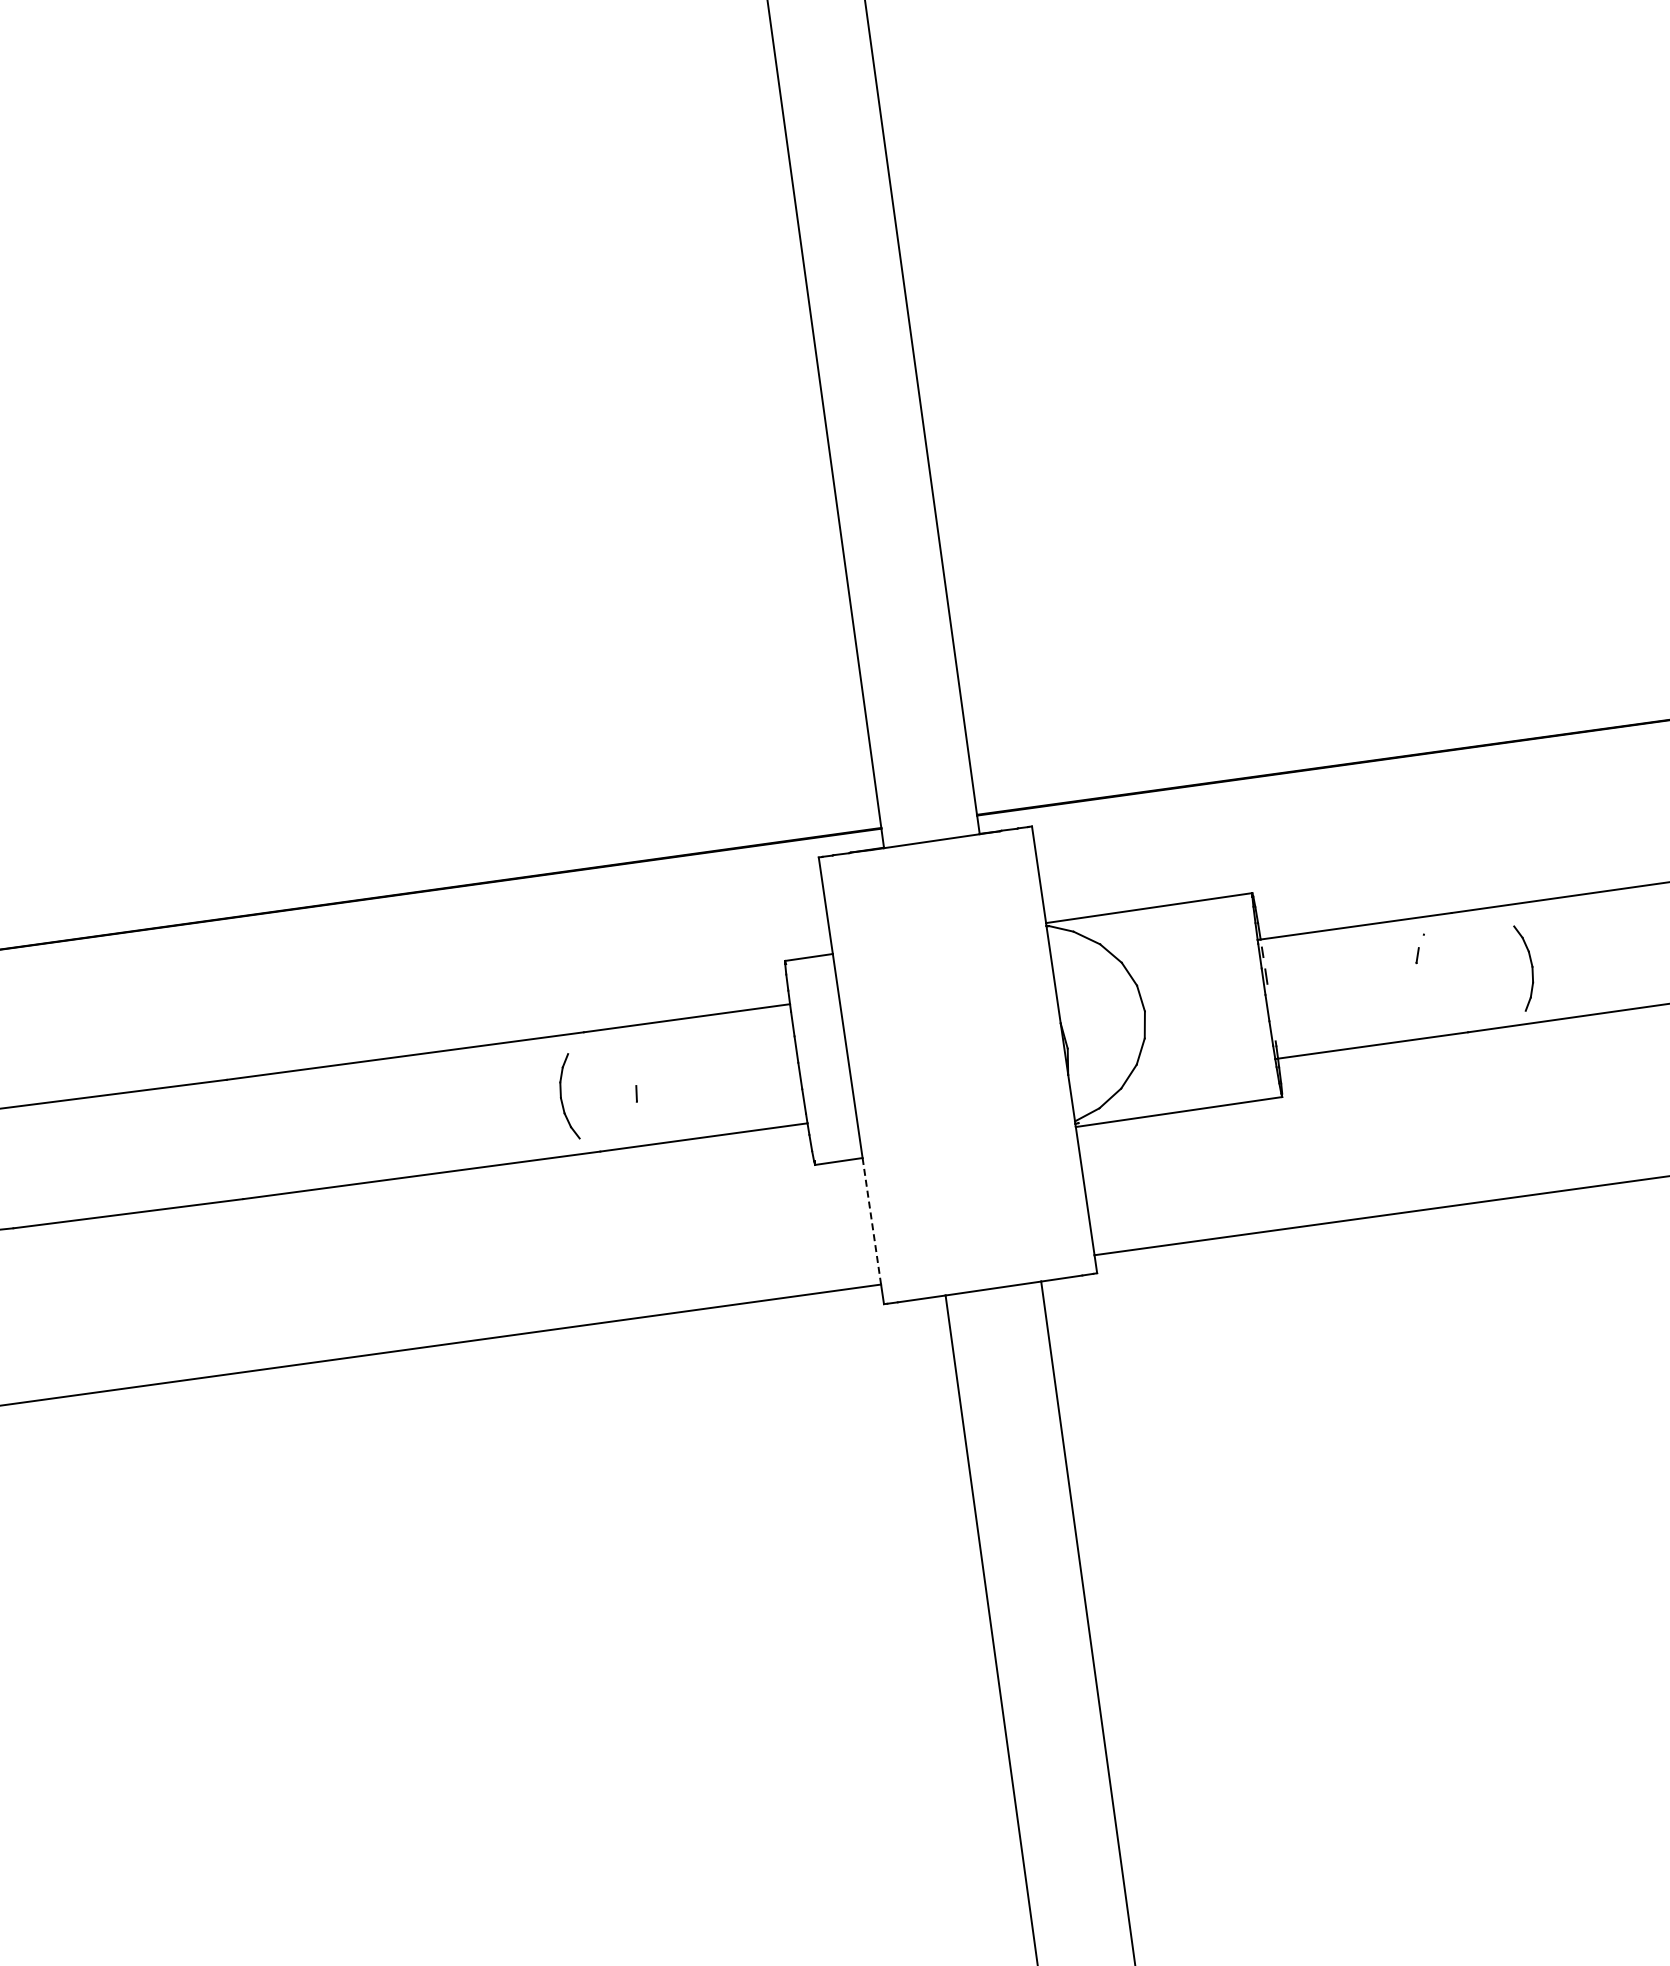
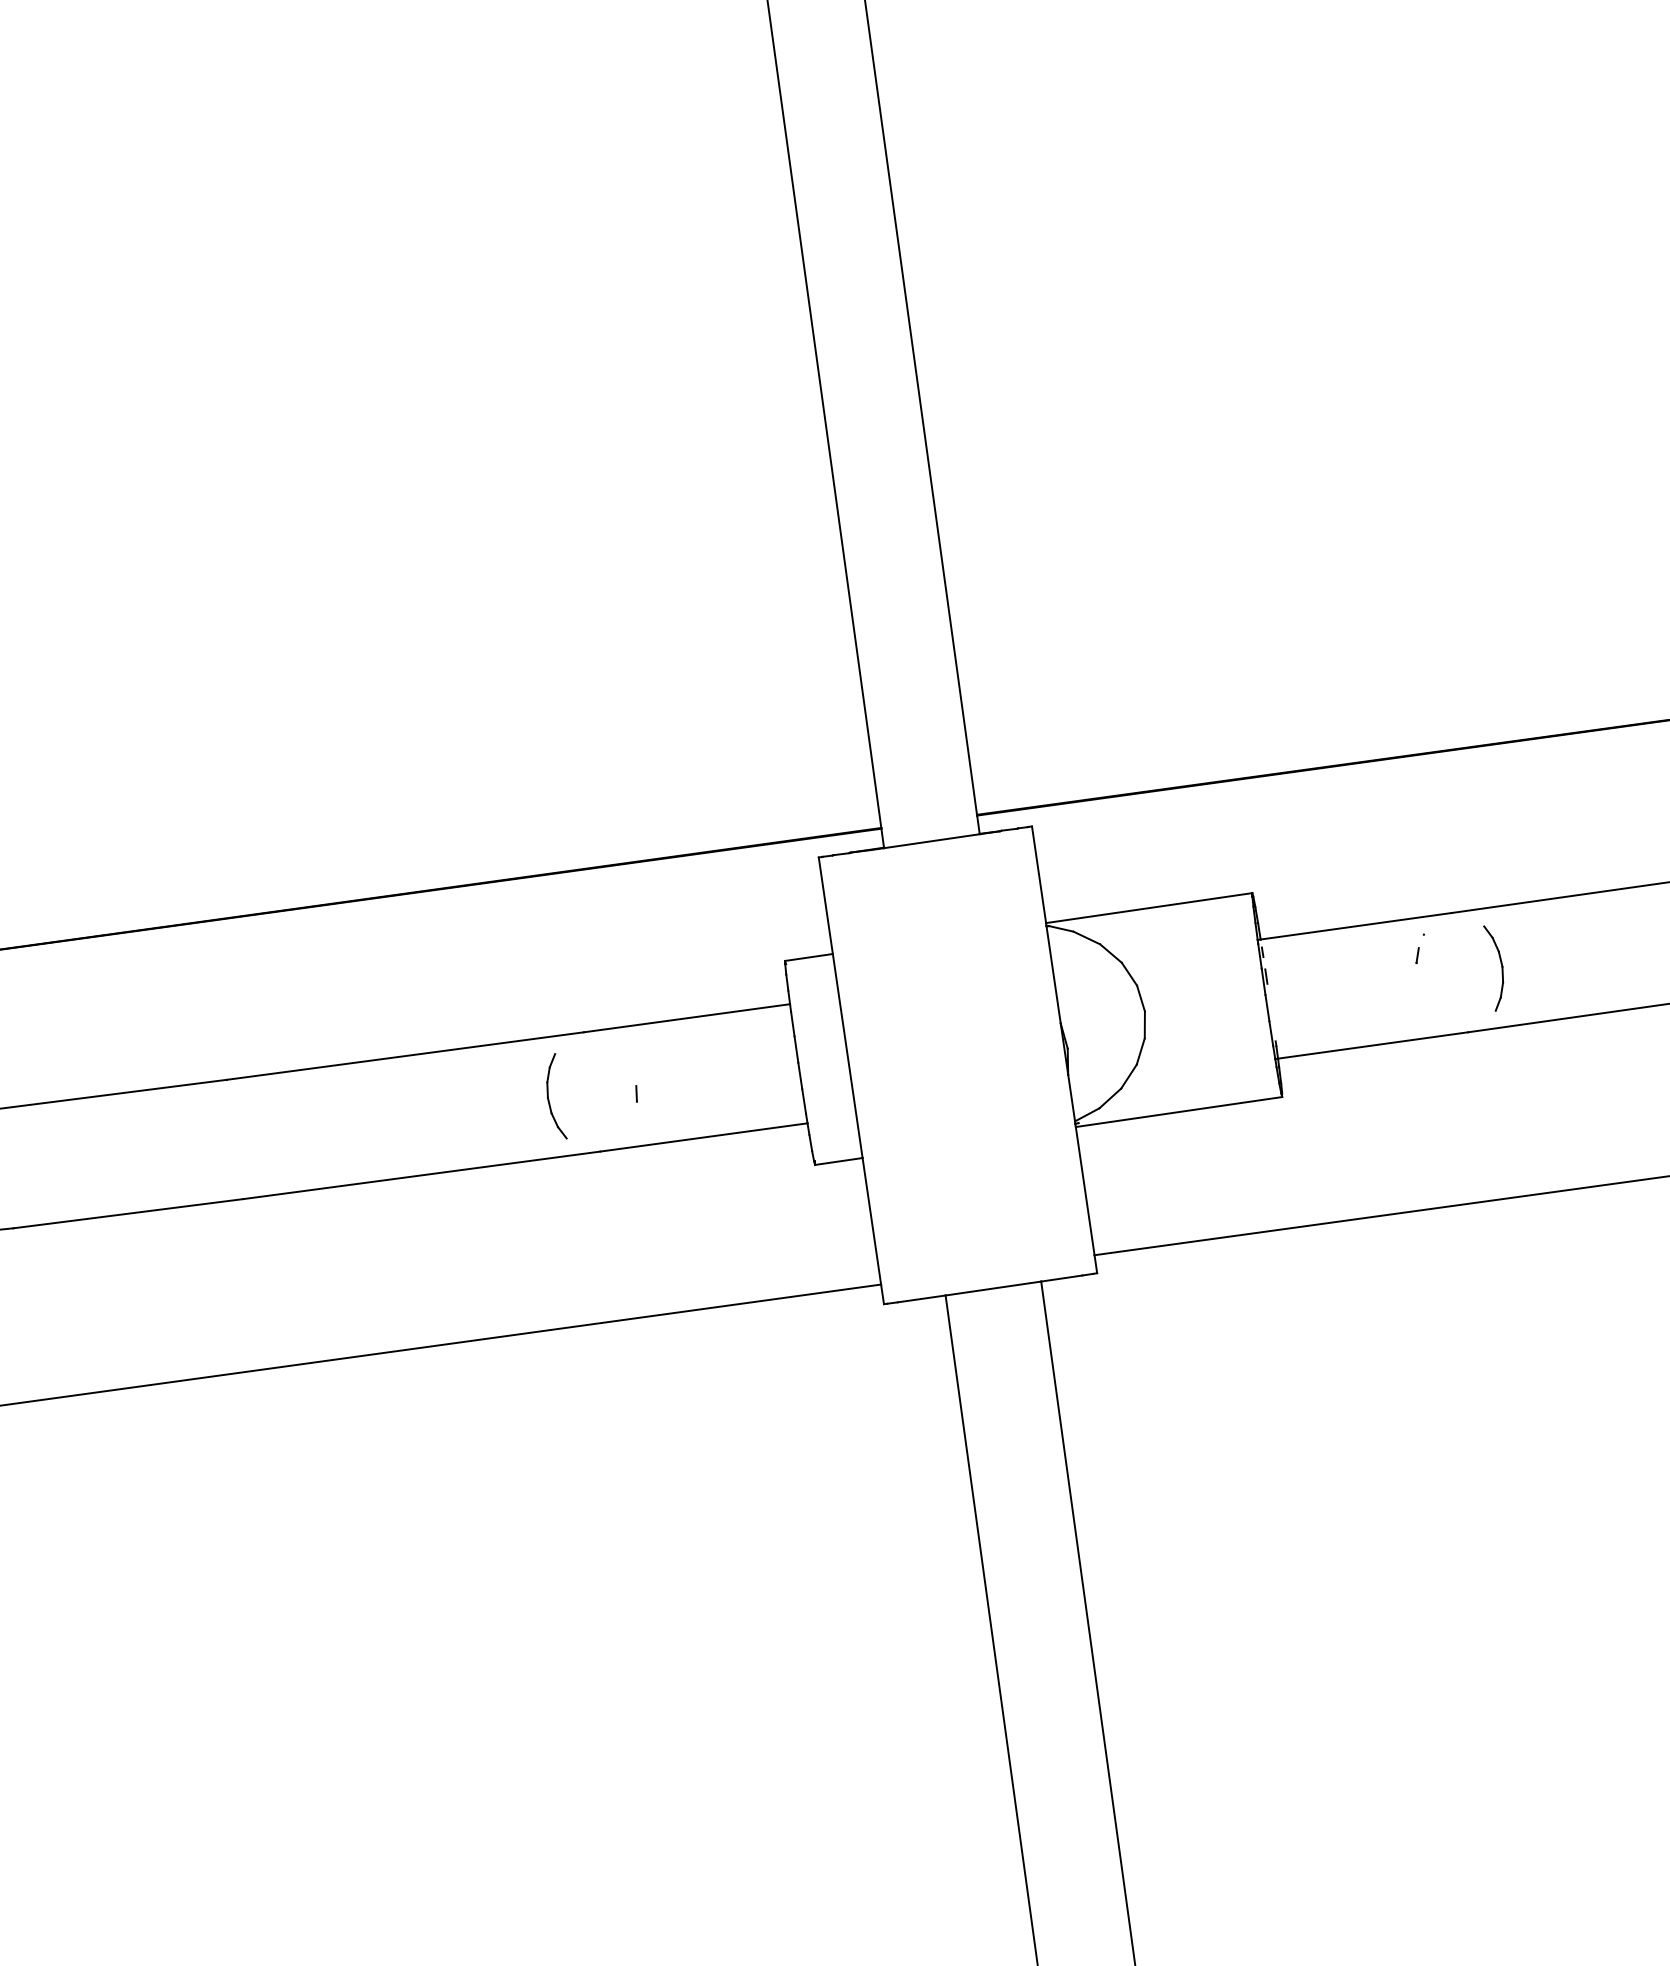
part at (1531, 968) position: (1531, 968) -> (1501, 968)
part at (562, 1099) position: (562, 1099) -> (549, 1099)
line at (871, 1221): dashed -> solid
